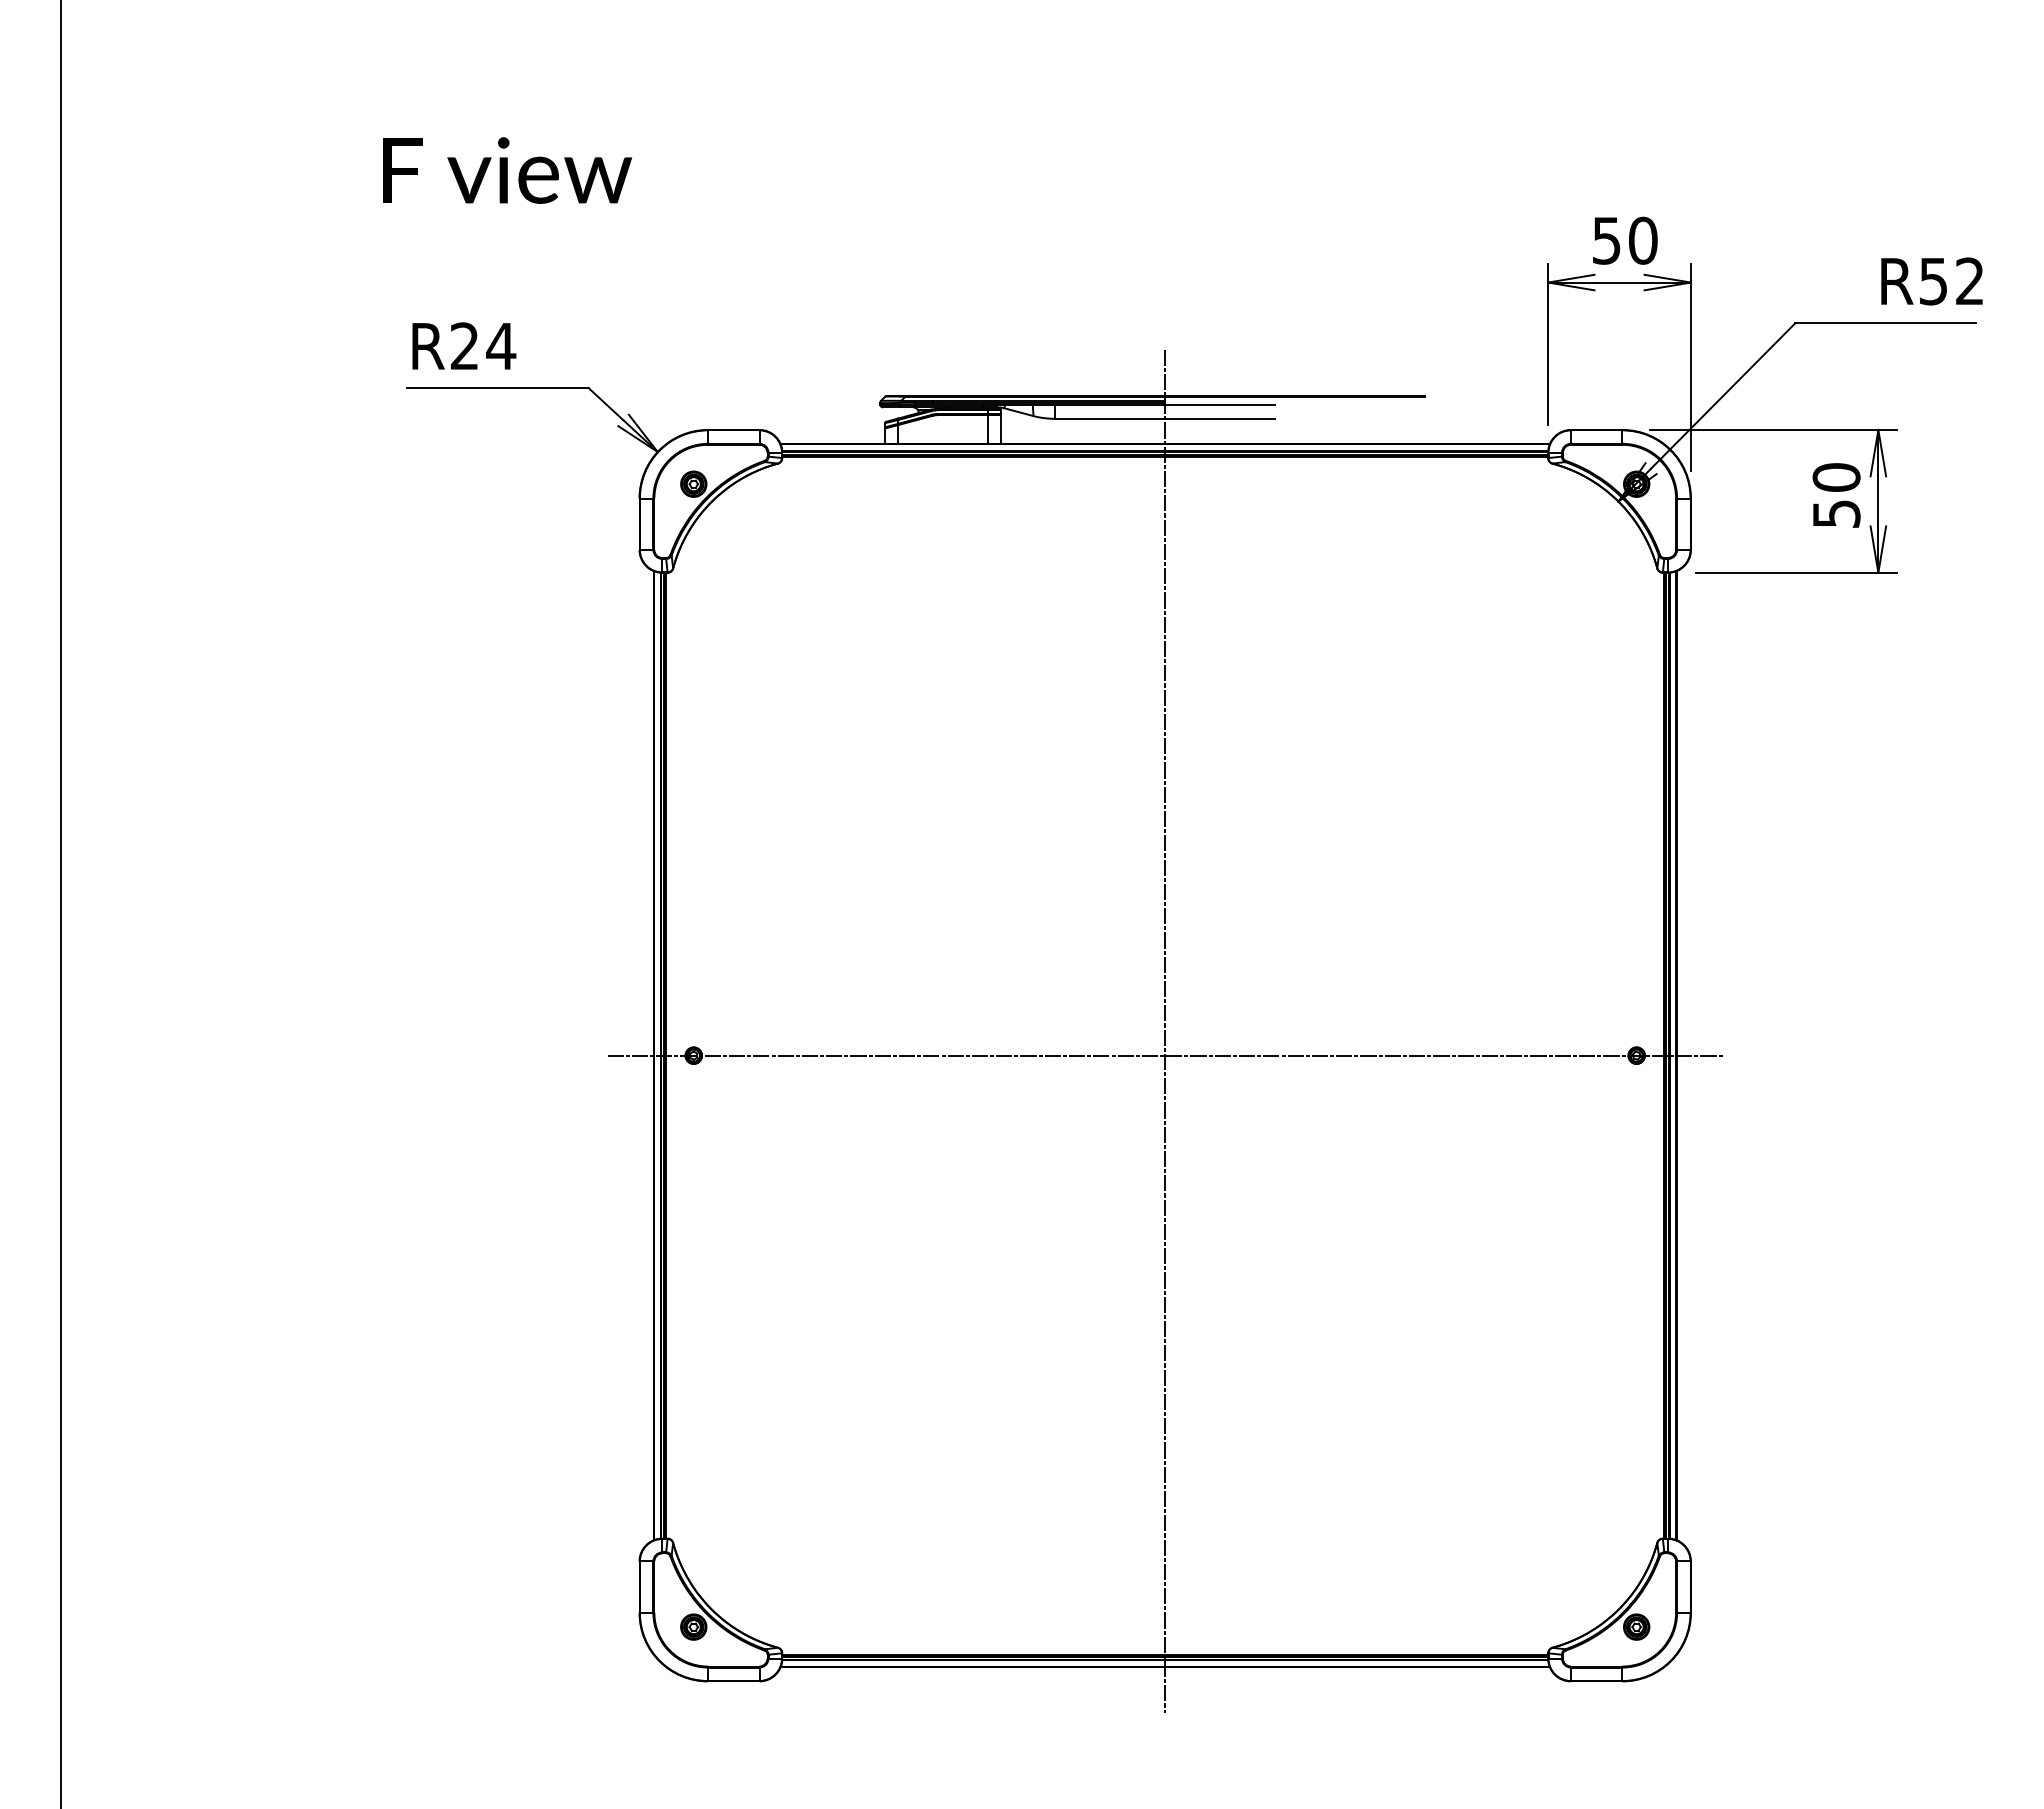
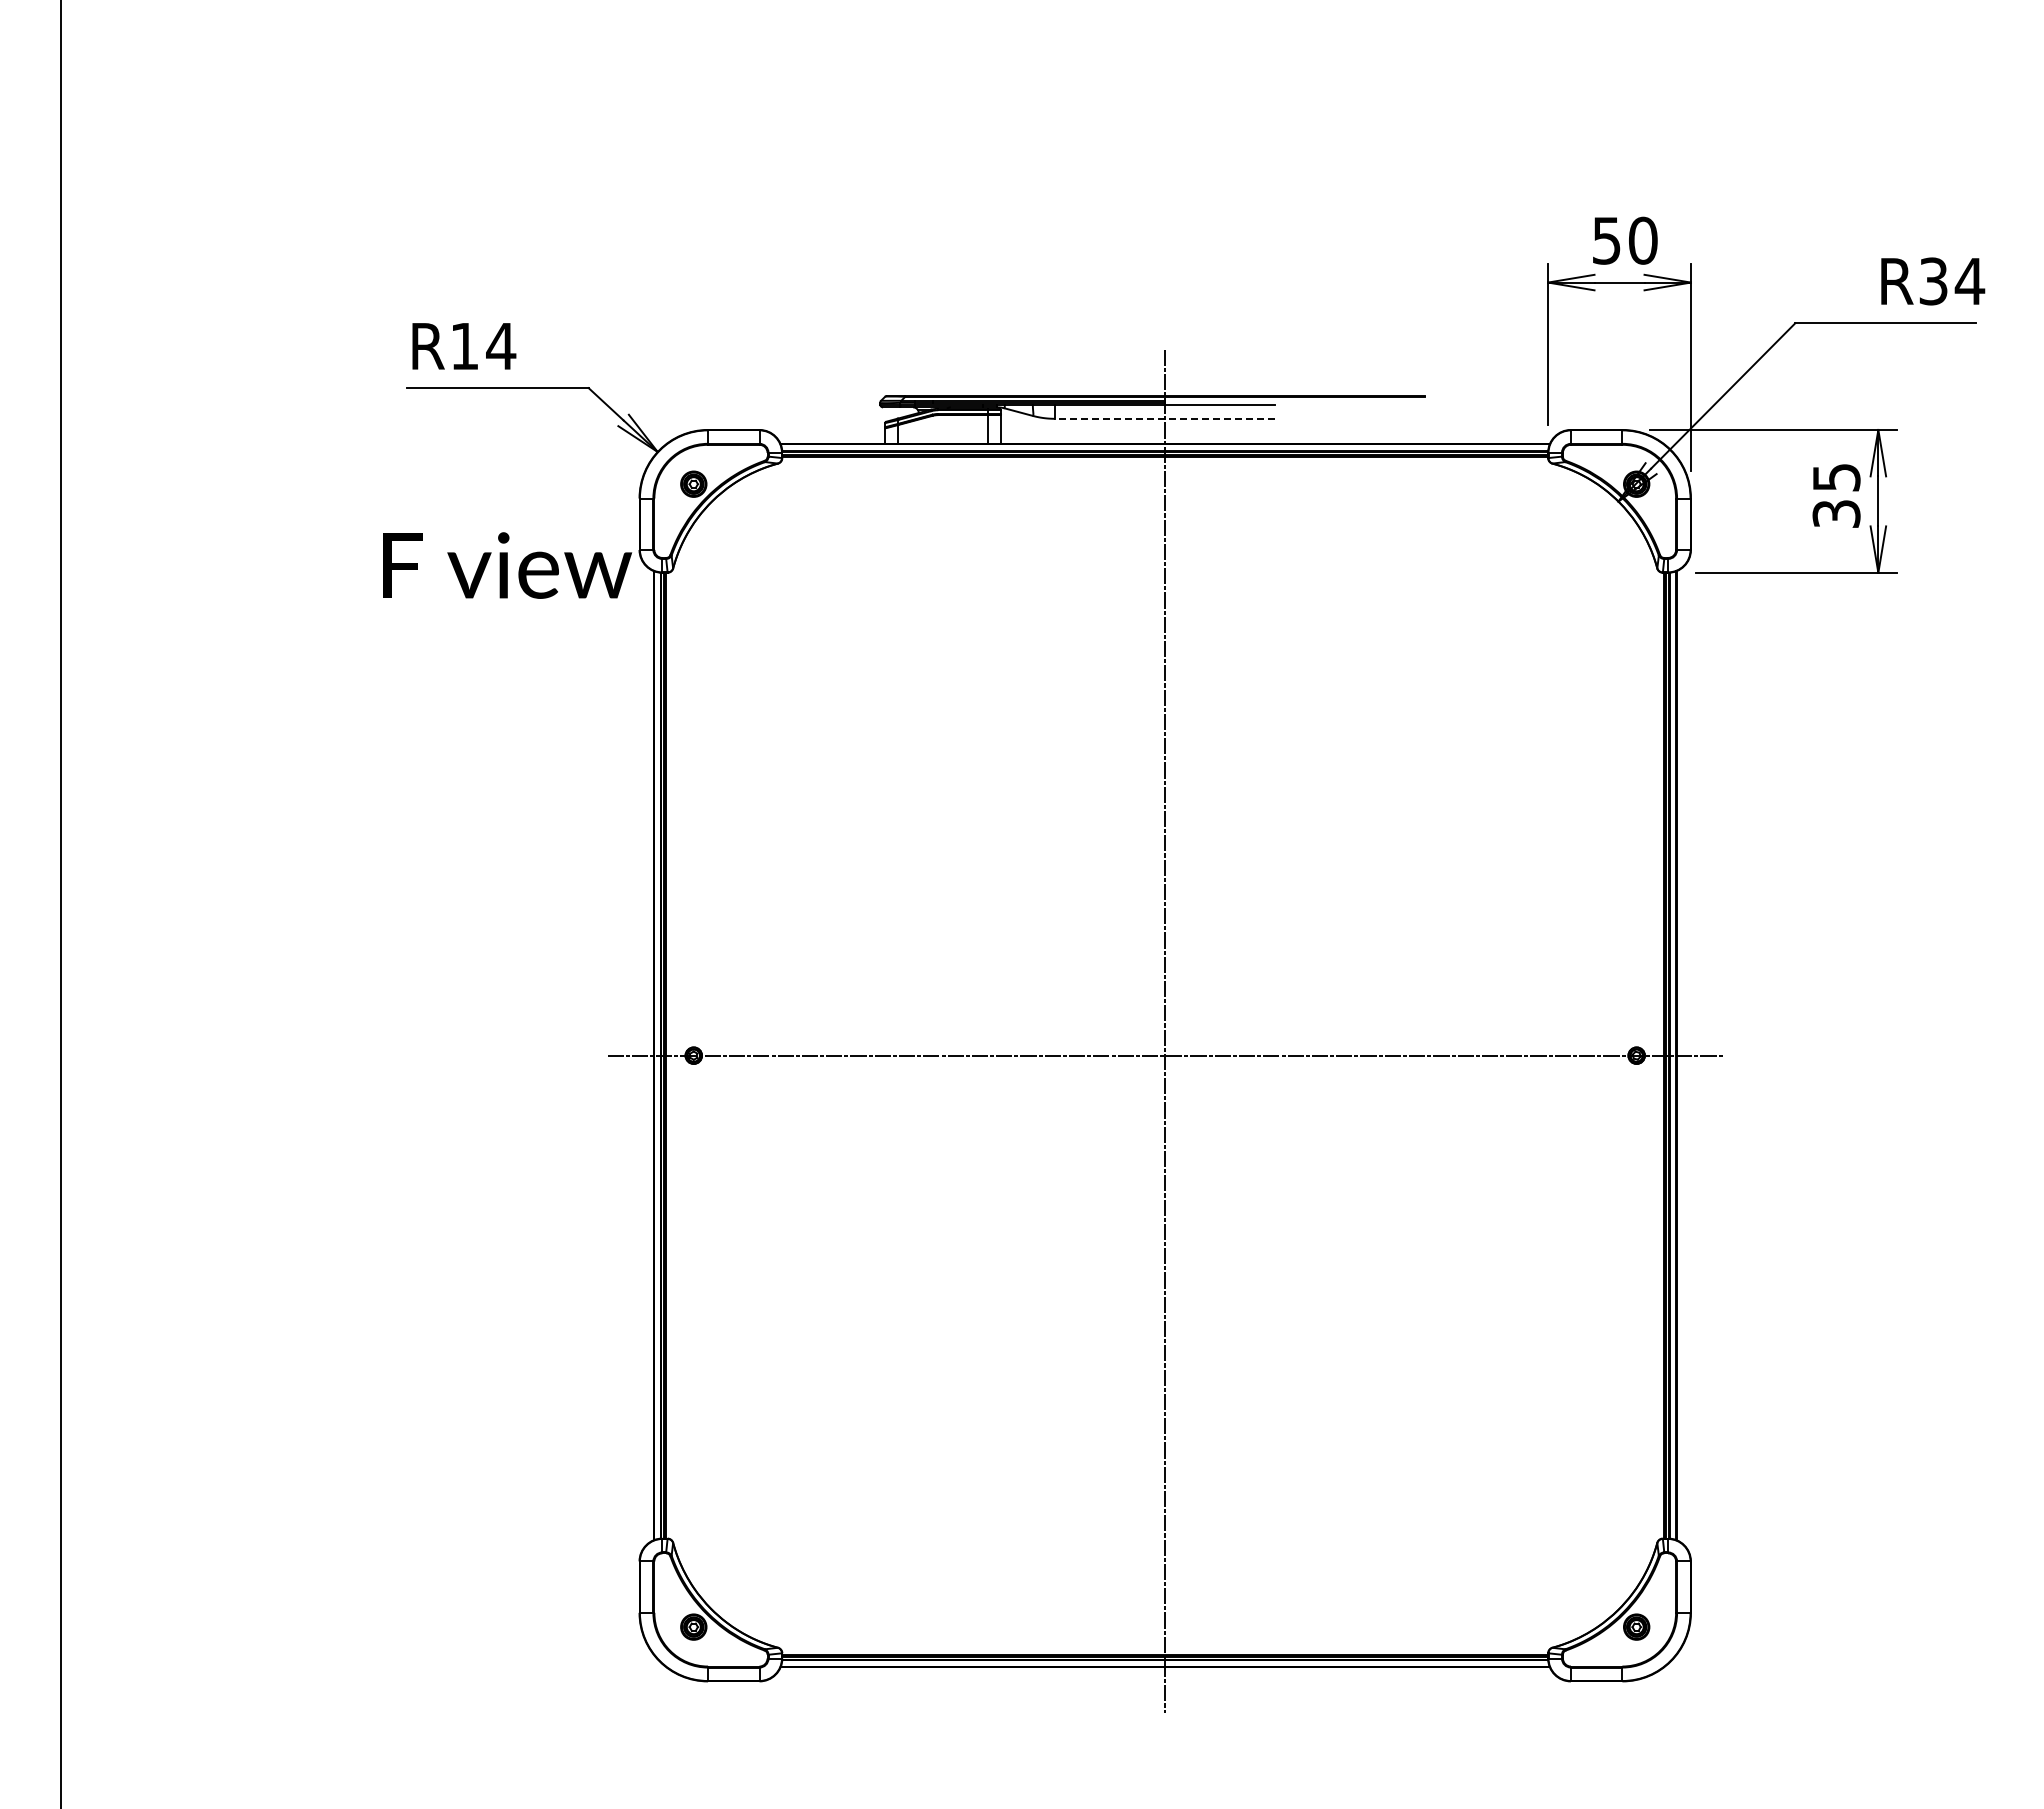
text at (507, 170) position: (507, 170) -> (507, 565)
text at (1952, 280): R52 -> R34
text at (464, 345): R24 -> R14
line at (1164, 418): solid -> dashed
text at (1836, 495): 50 -> 35
